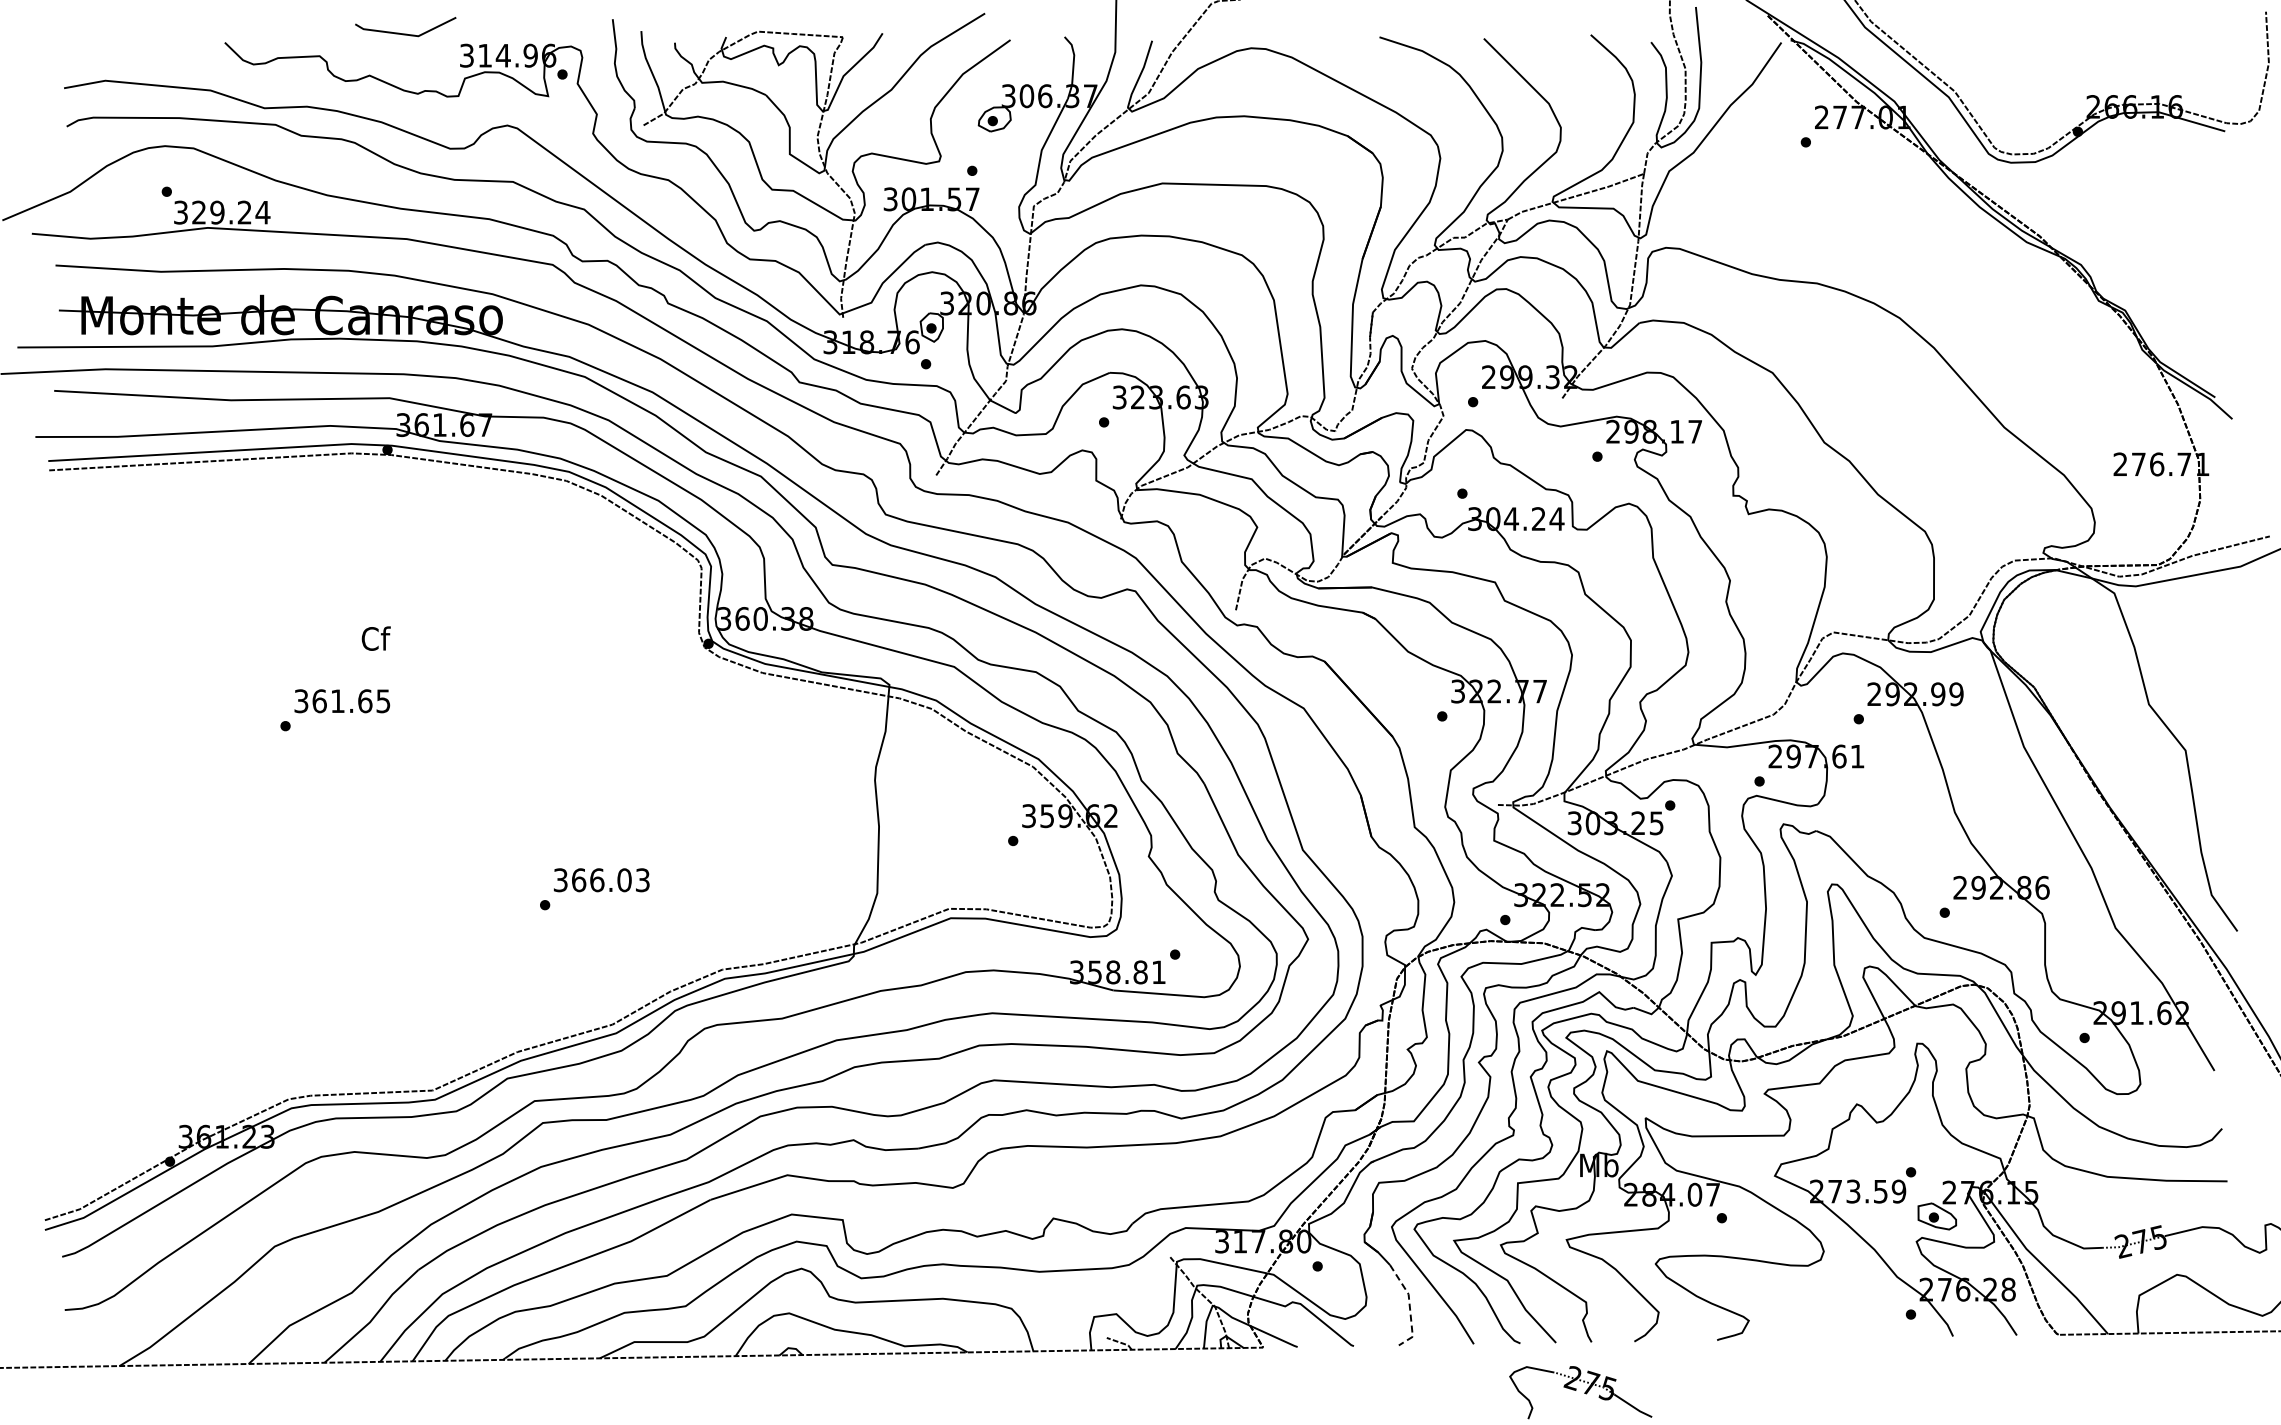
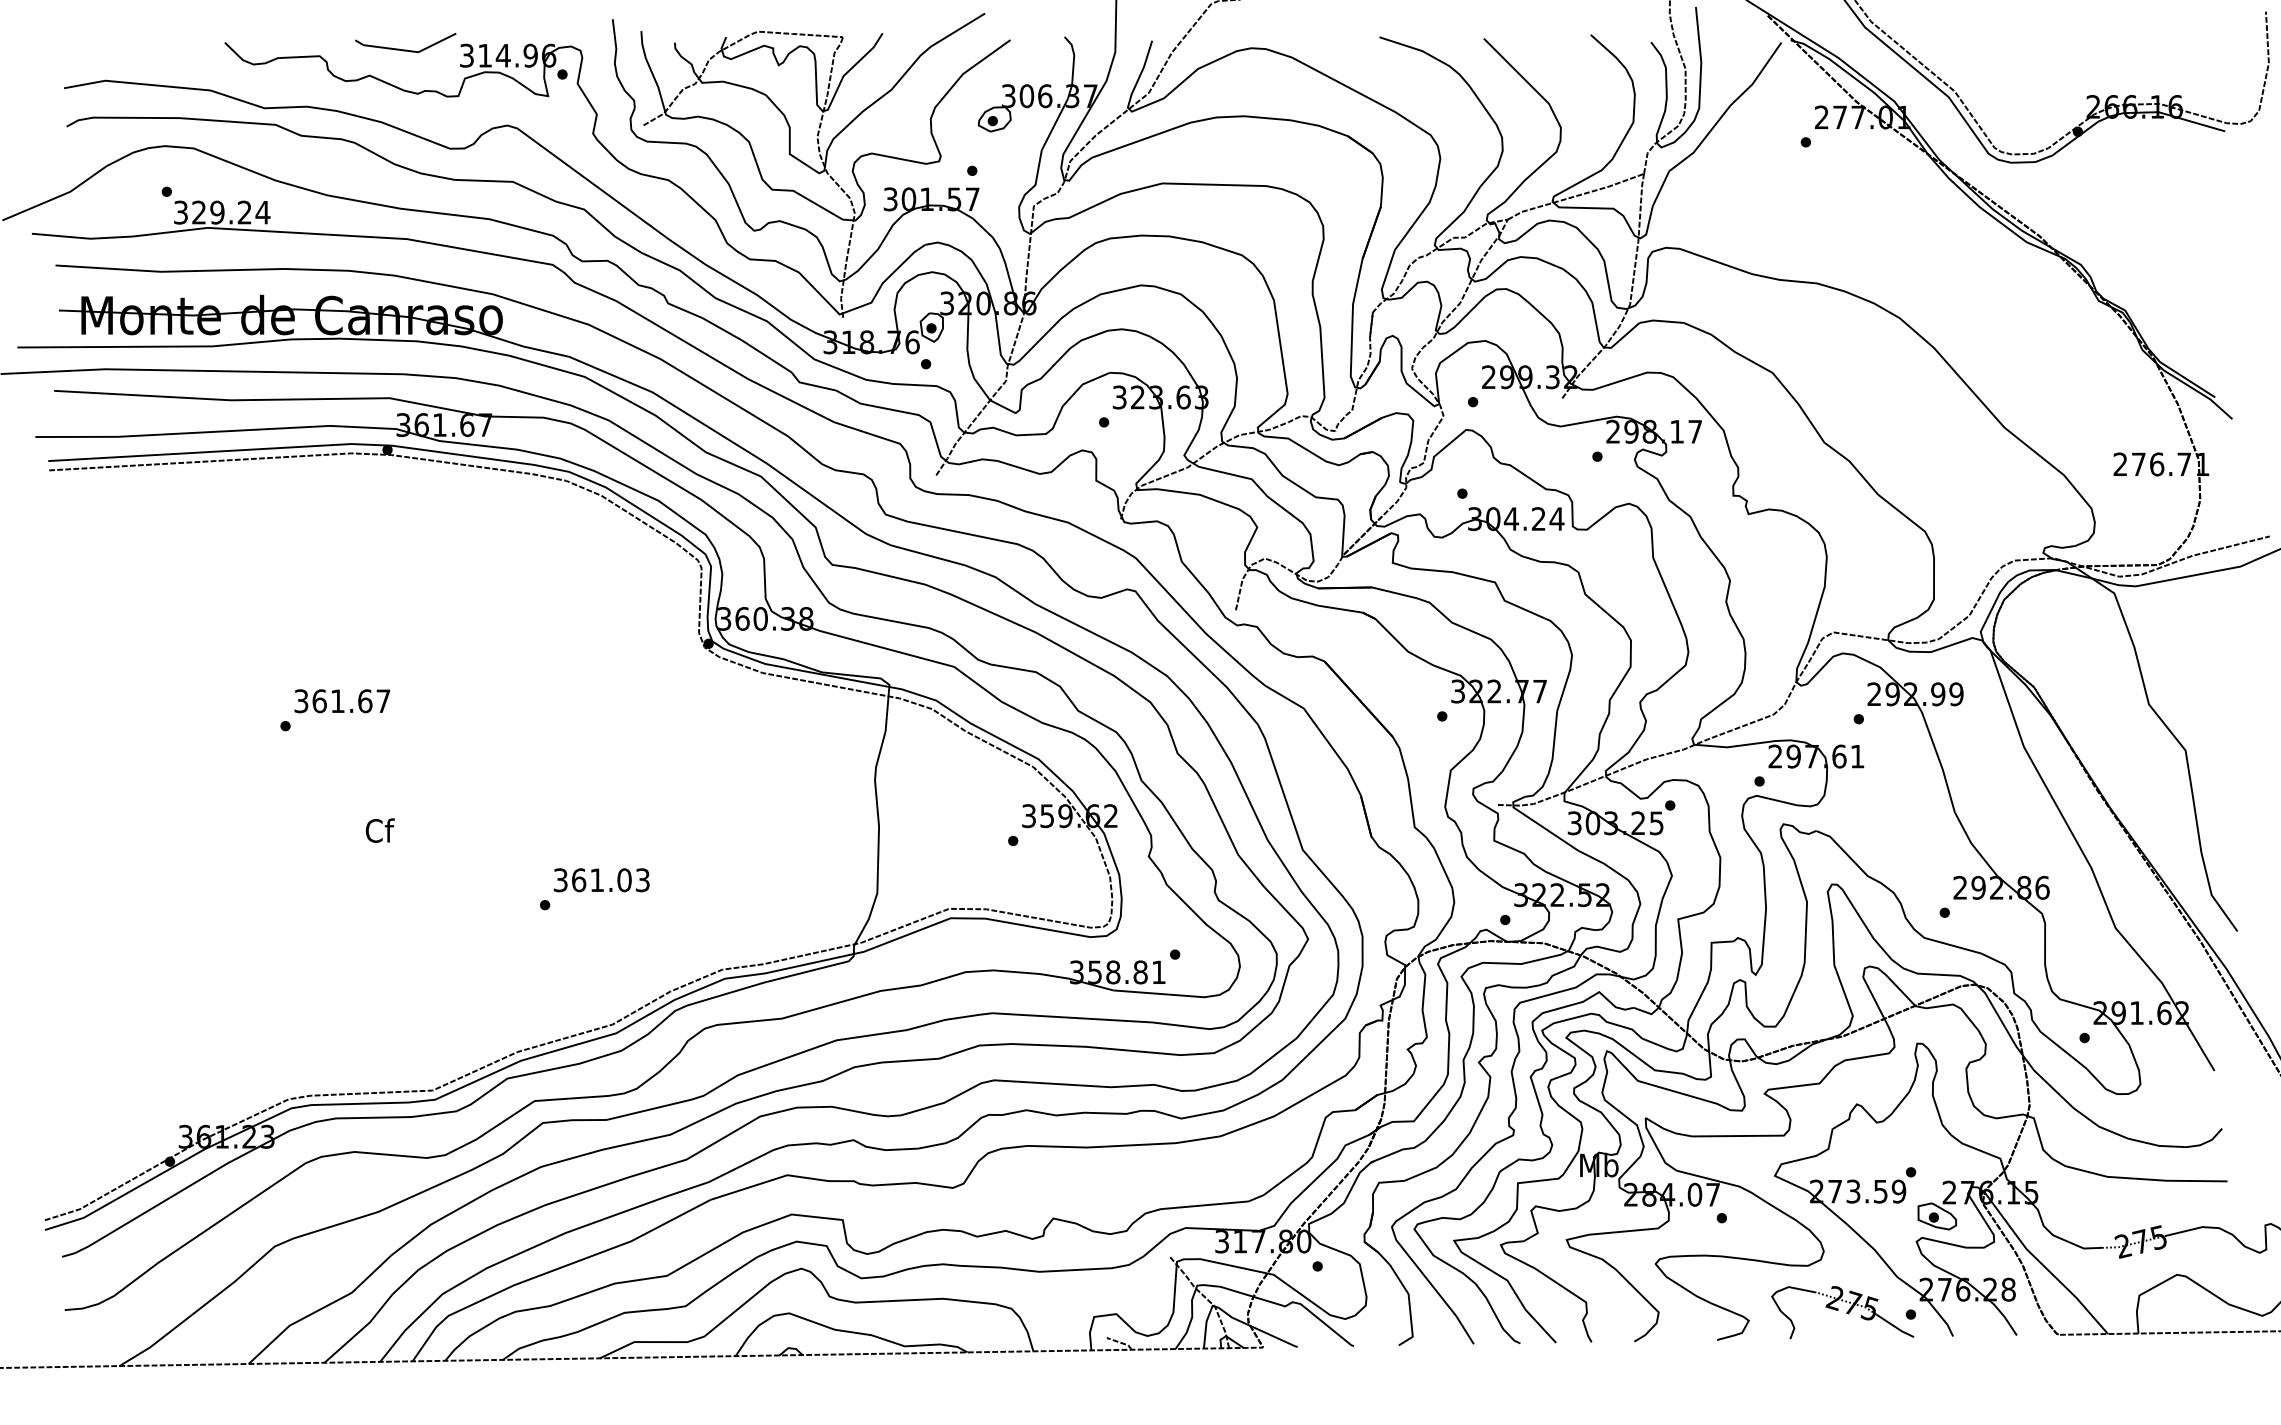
line at (405, 33) position: (405, 33) -> (405, 49)
text at (375, 638) position: (375, 638) -> (379, 830)
text at (383, 701): 361.65 -> 361.67
text at (597, 880): 366.03 -> 361.03
line at (1409, 1307): dashed -> solid
part at (1580, 1392) position: (1580, 1392) -> (1842, 1312)
